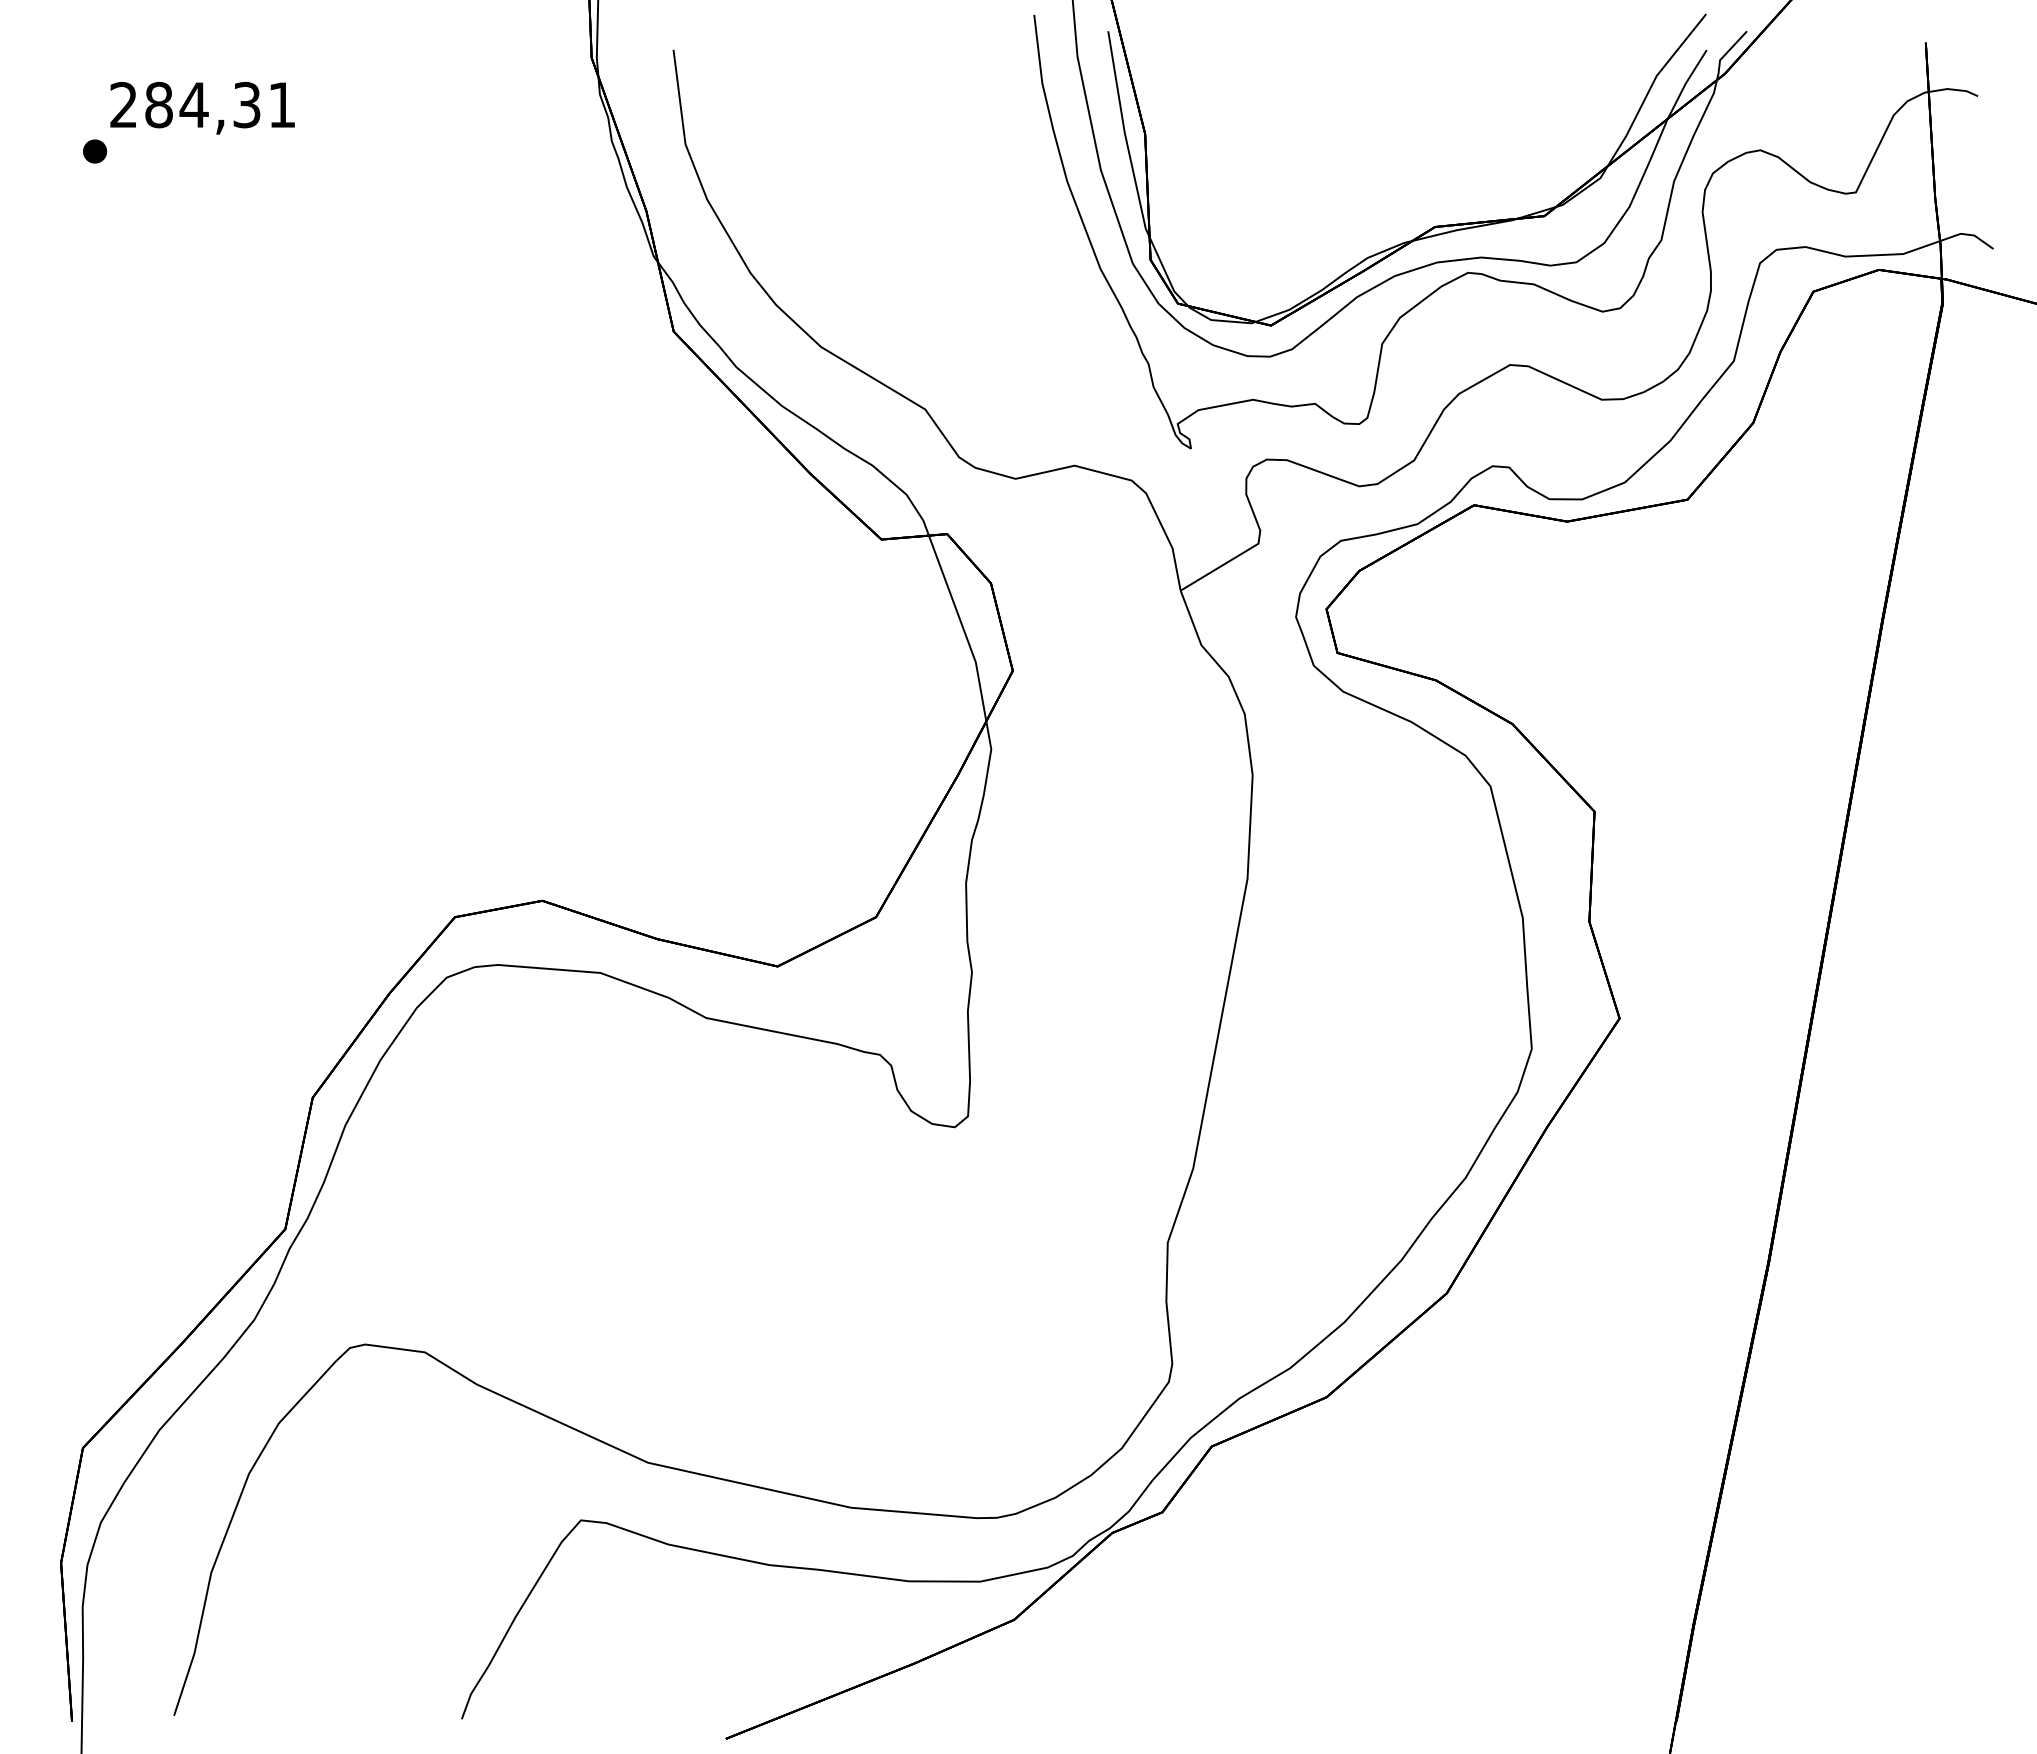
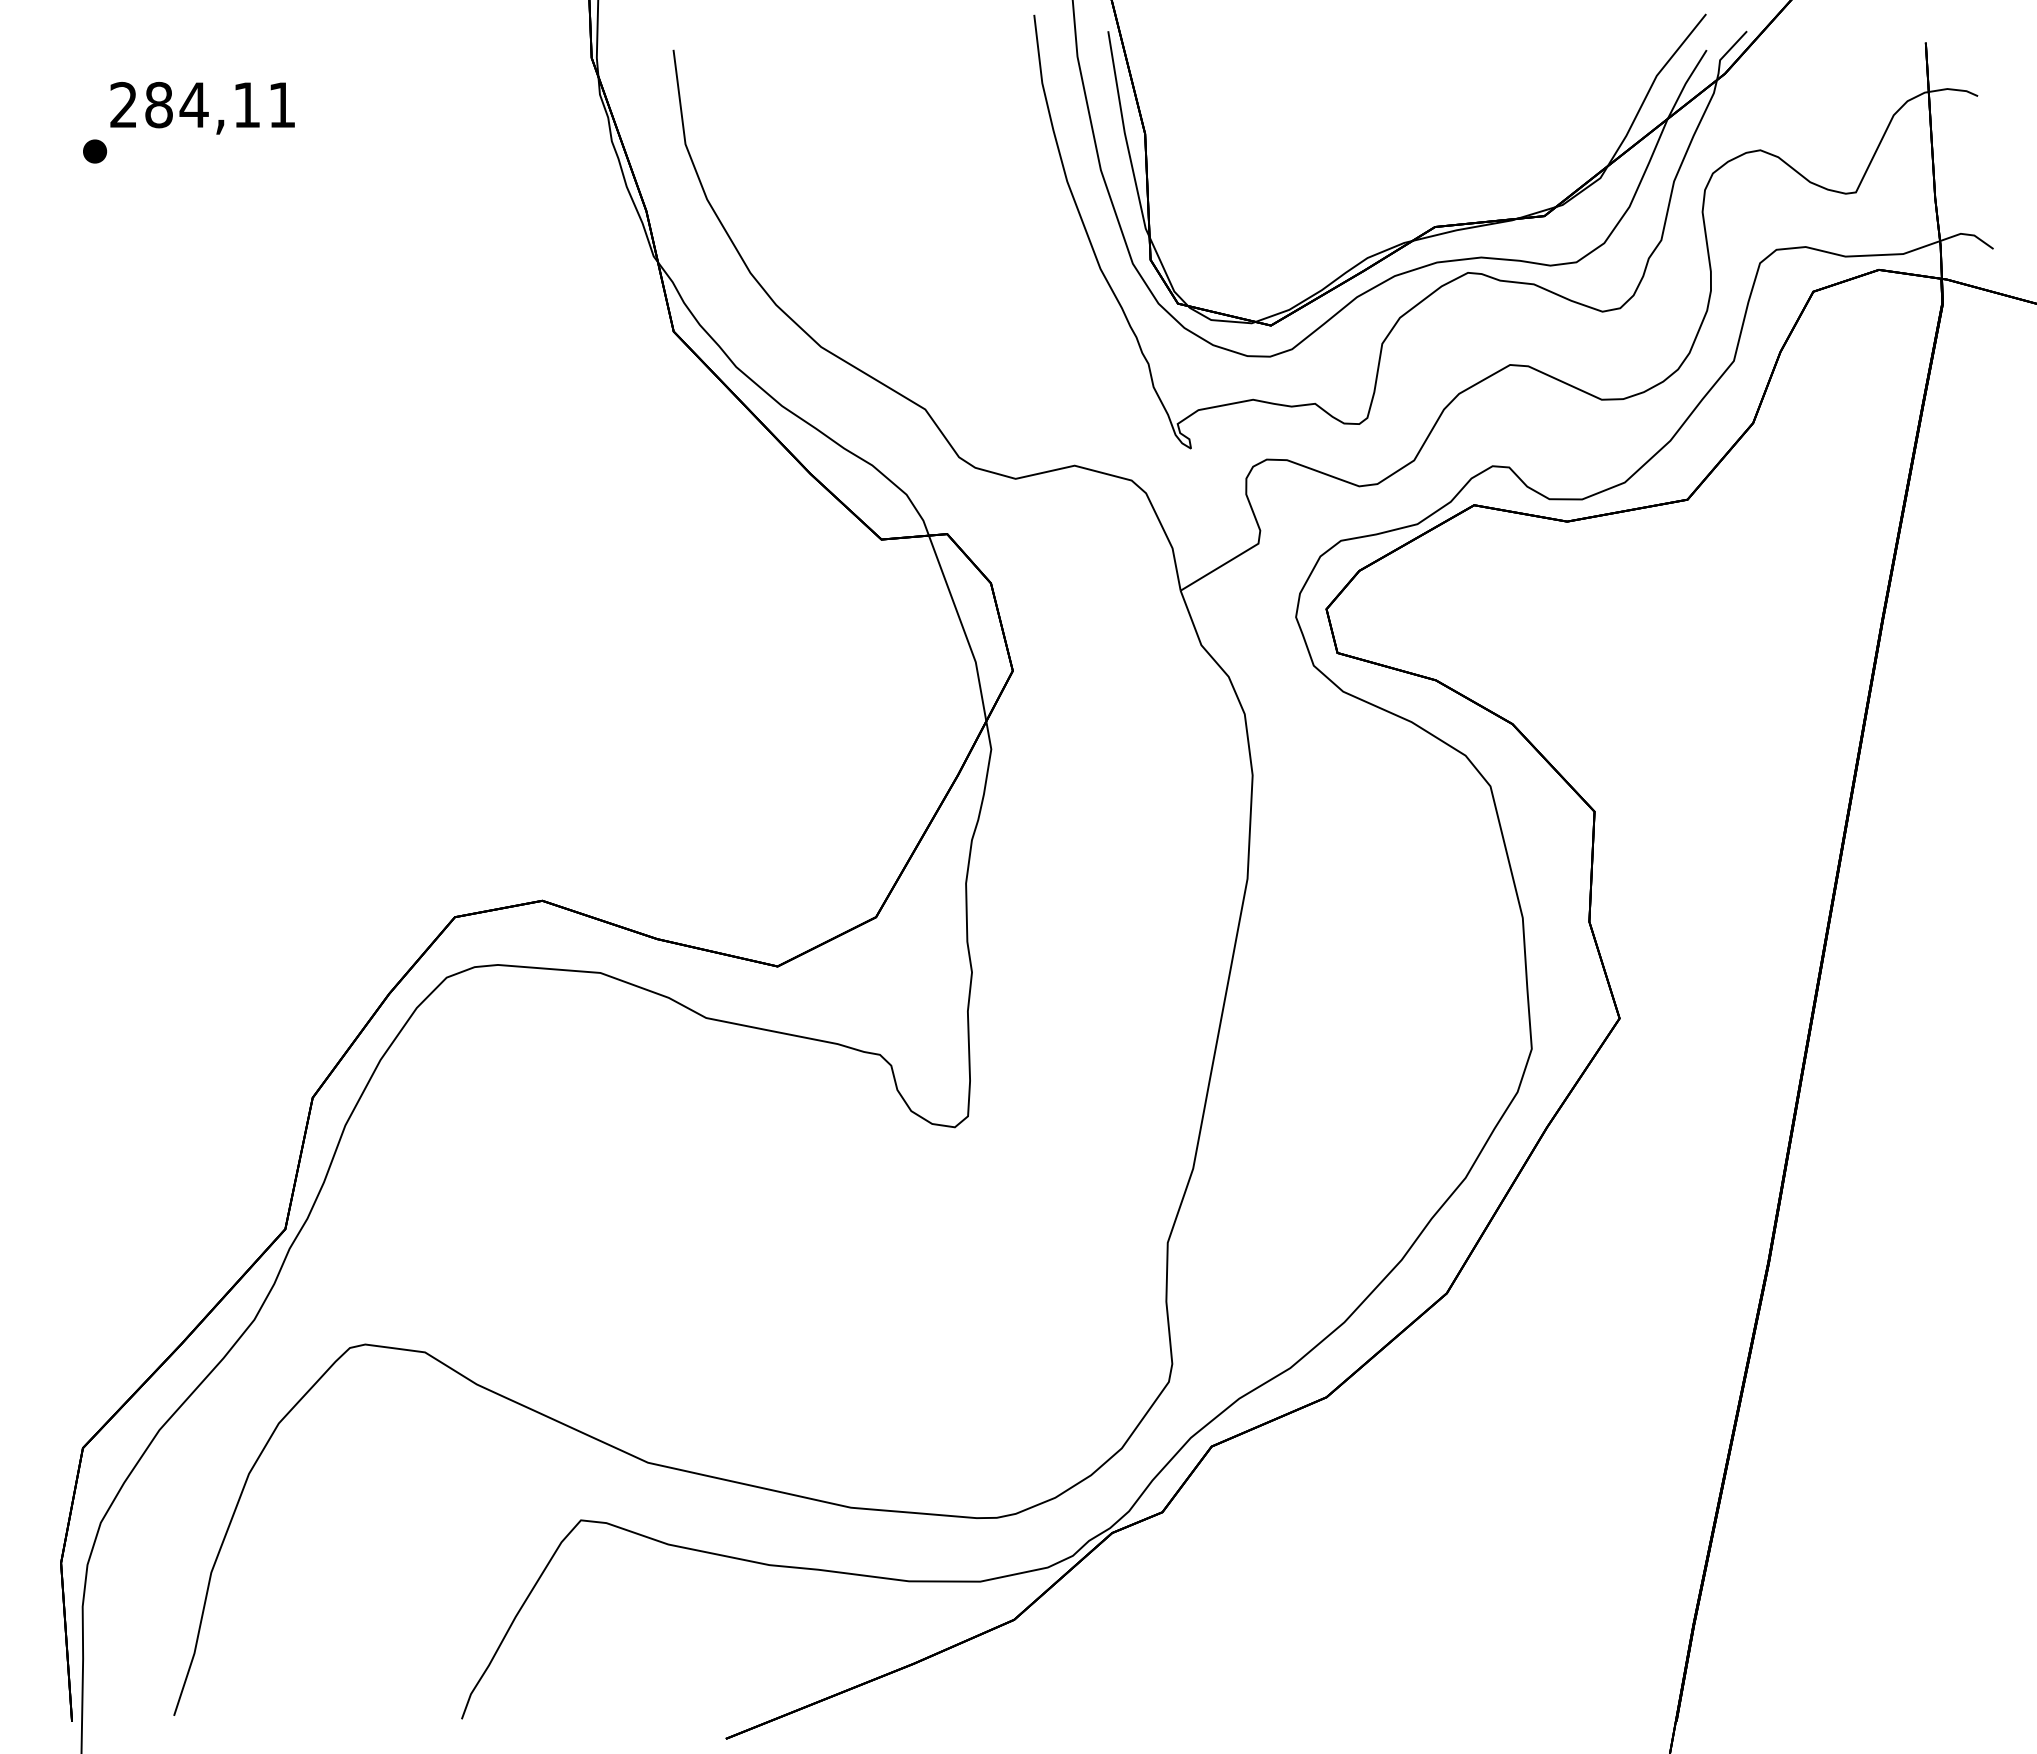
text at (246, 104): 284,31 -> 284,11
